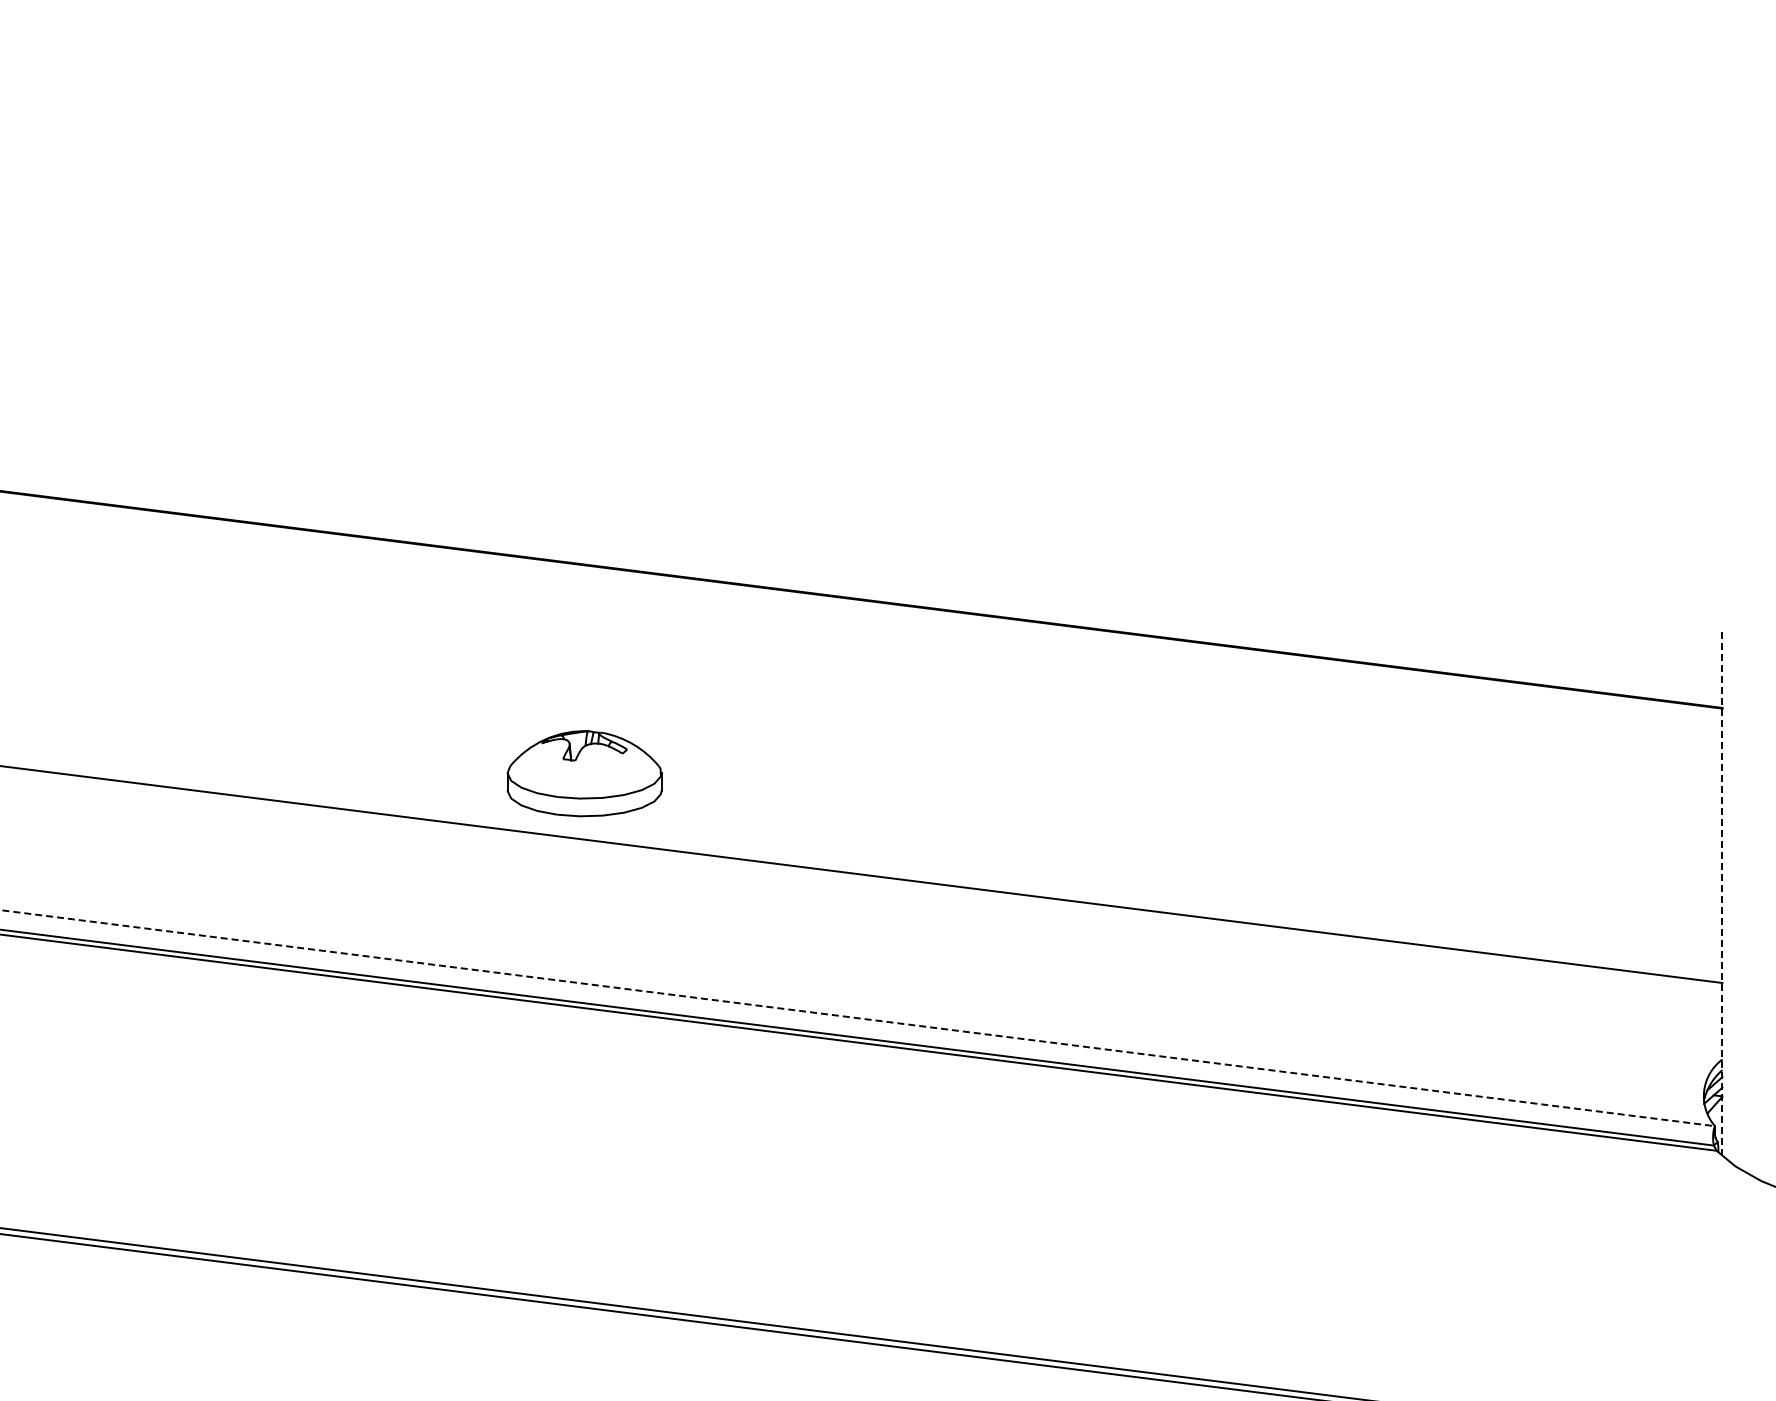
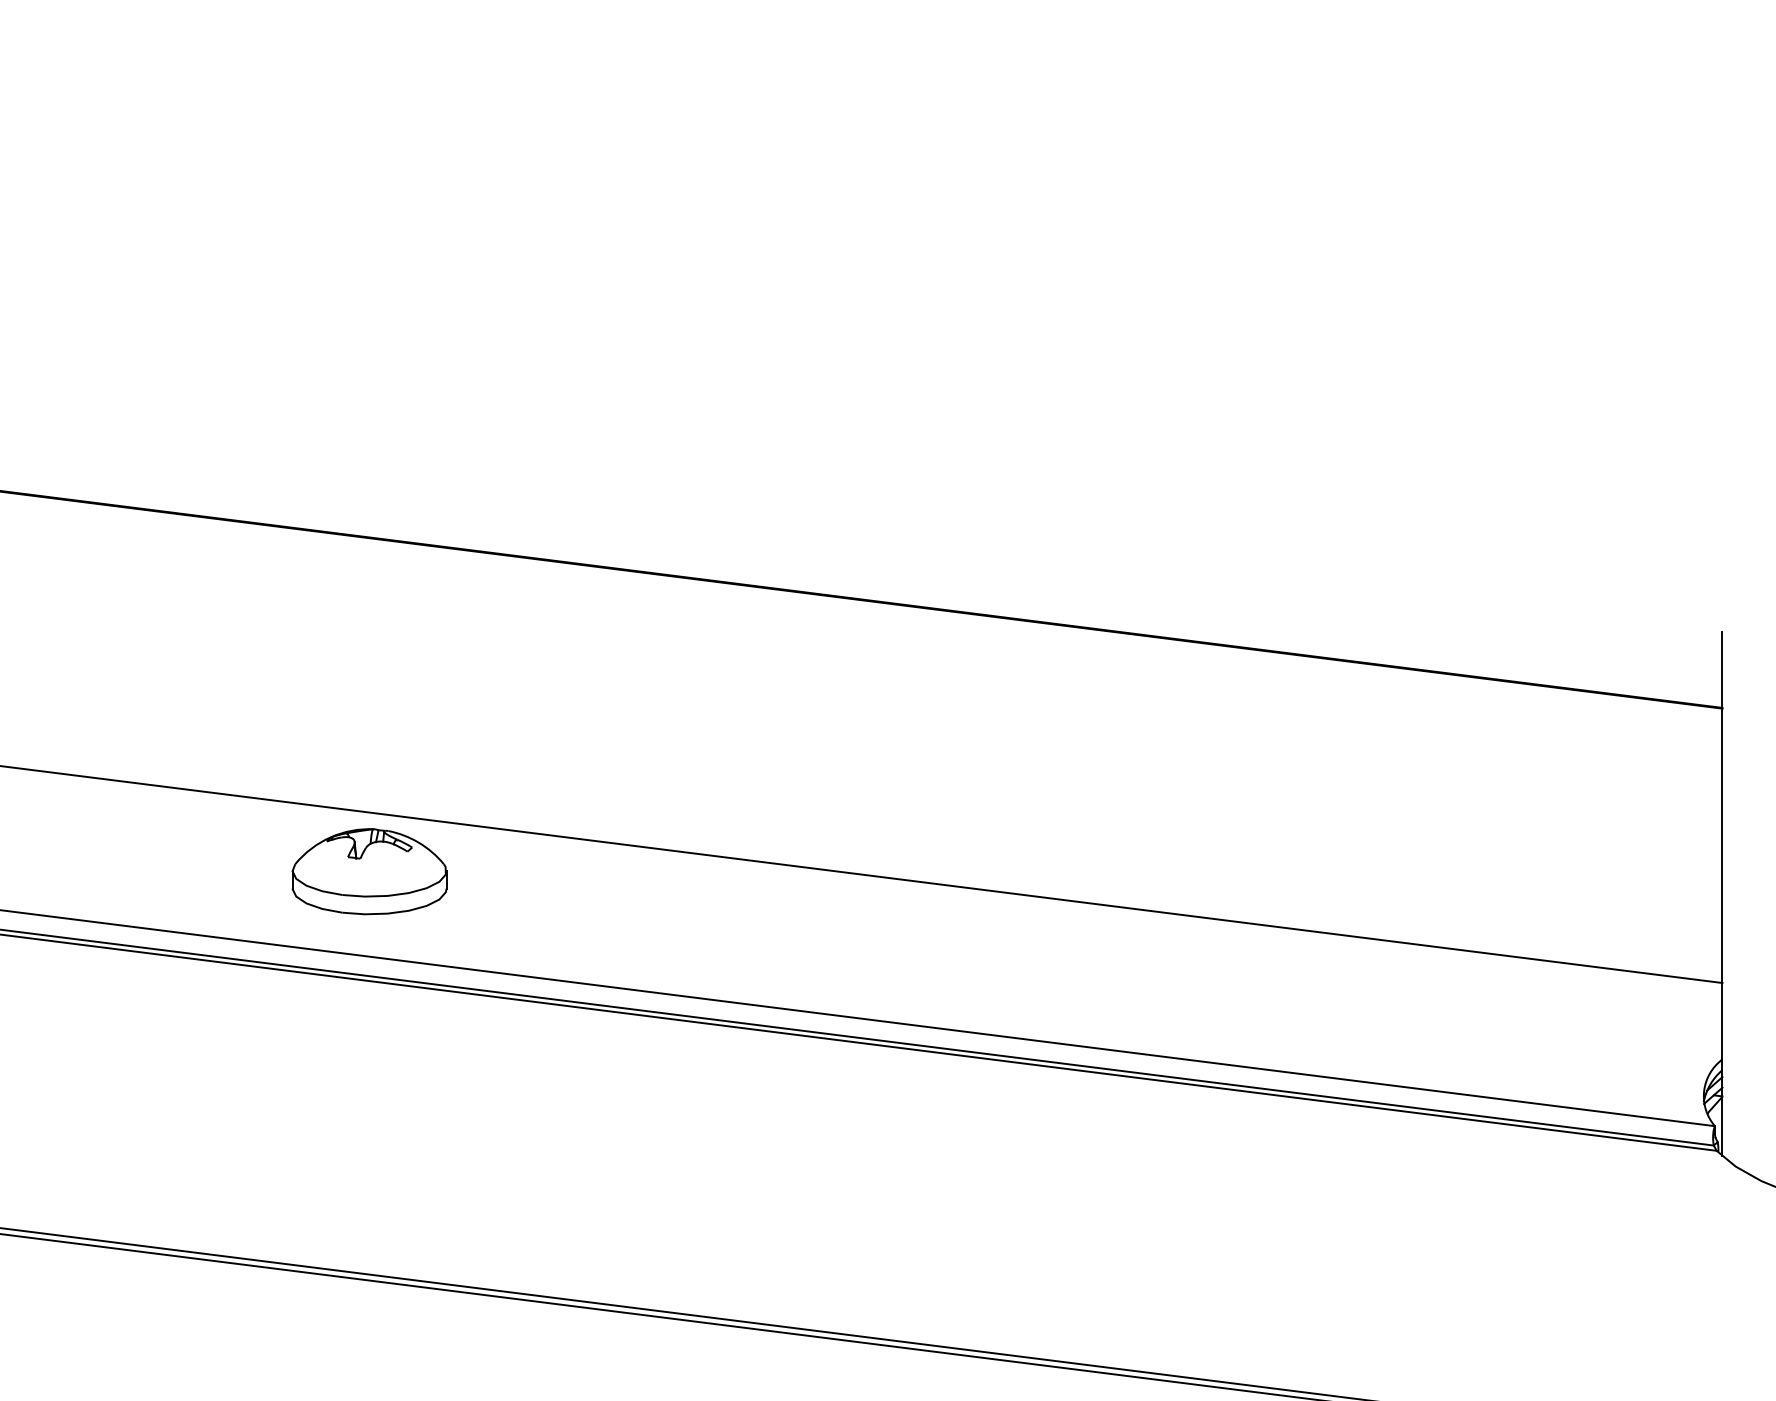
part at (584, 773) position: (584, 773) -> (369, 871)
line at (1722, 894): dashed -> solid
line at (858, 1018): dashed -> solid
